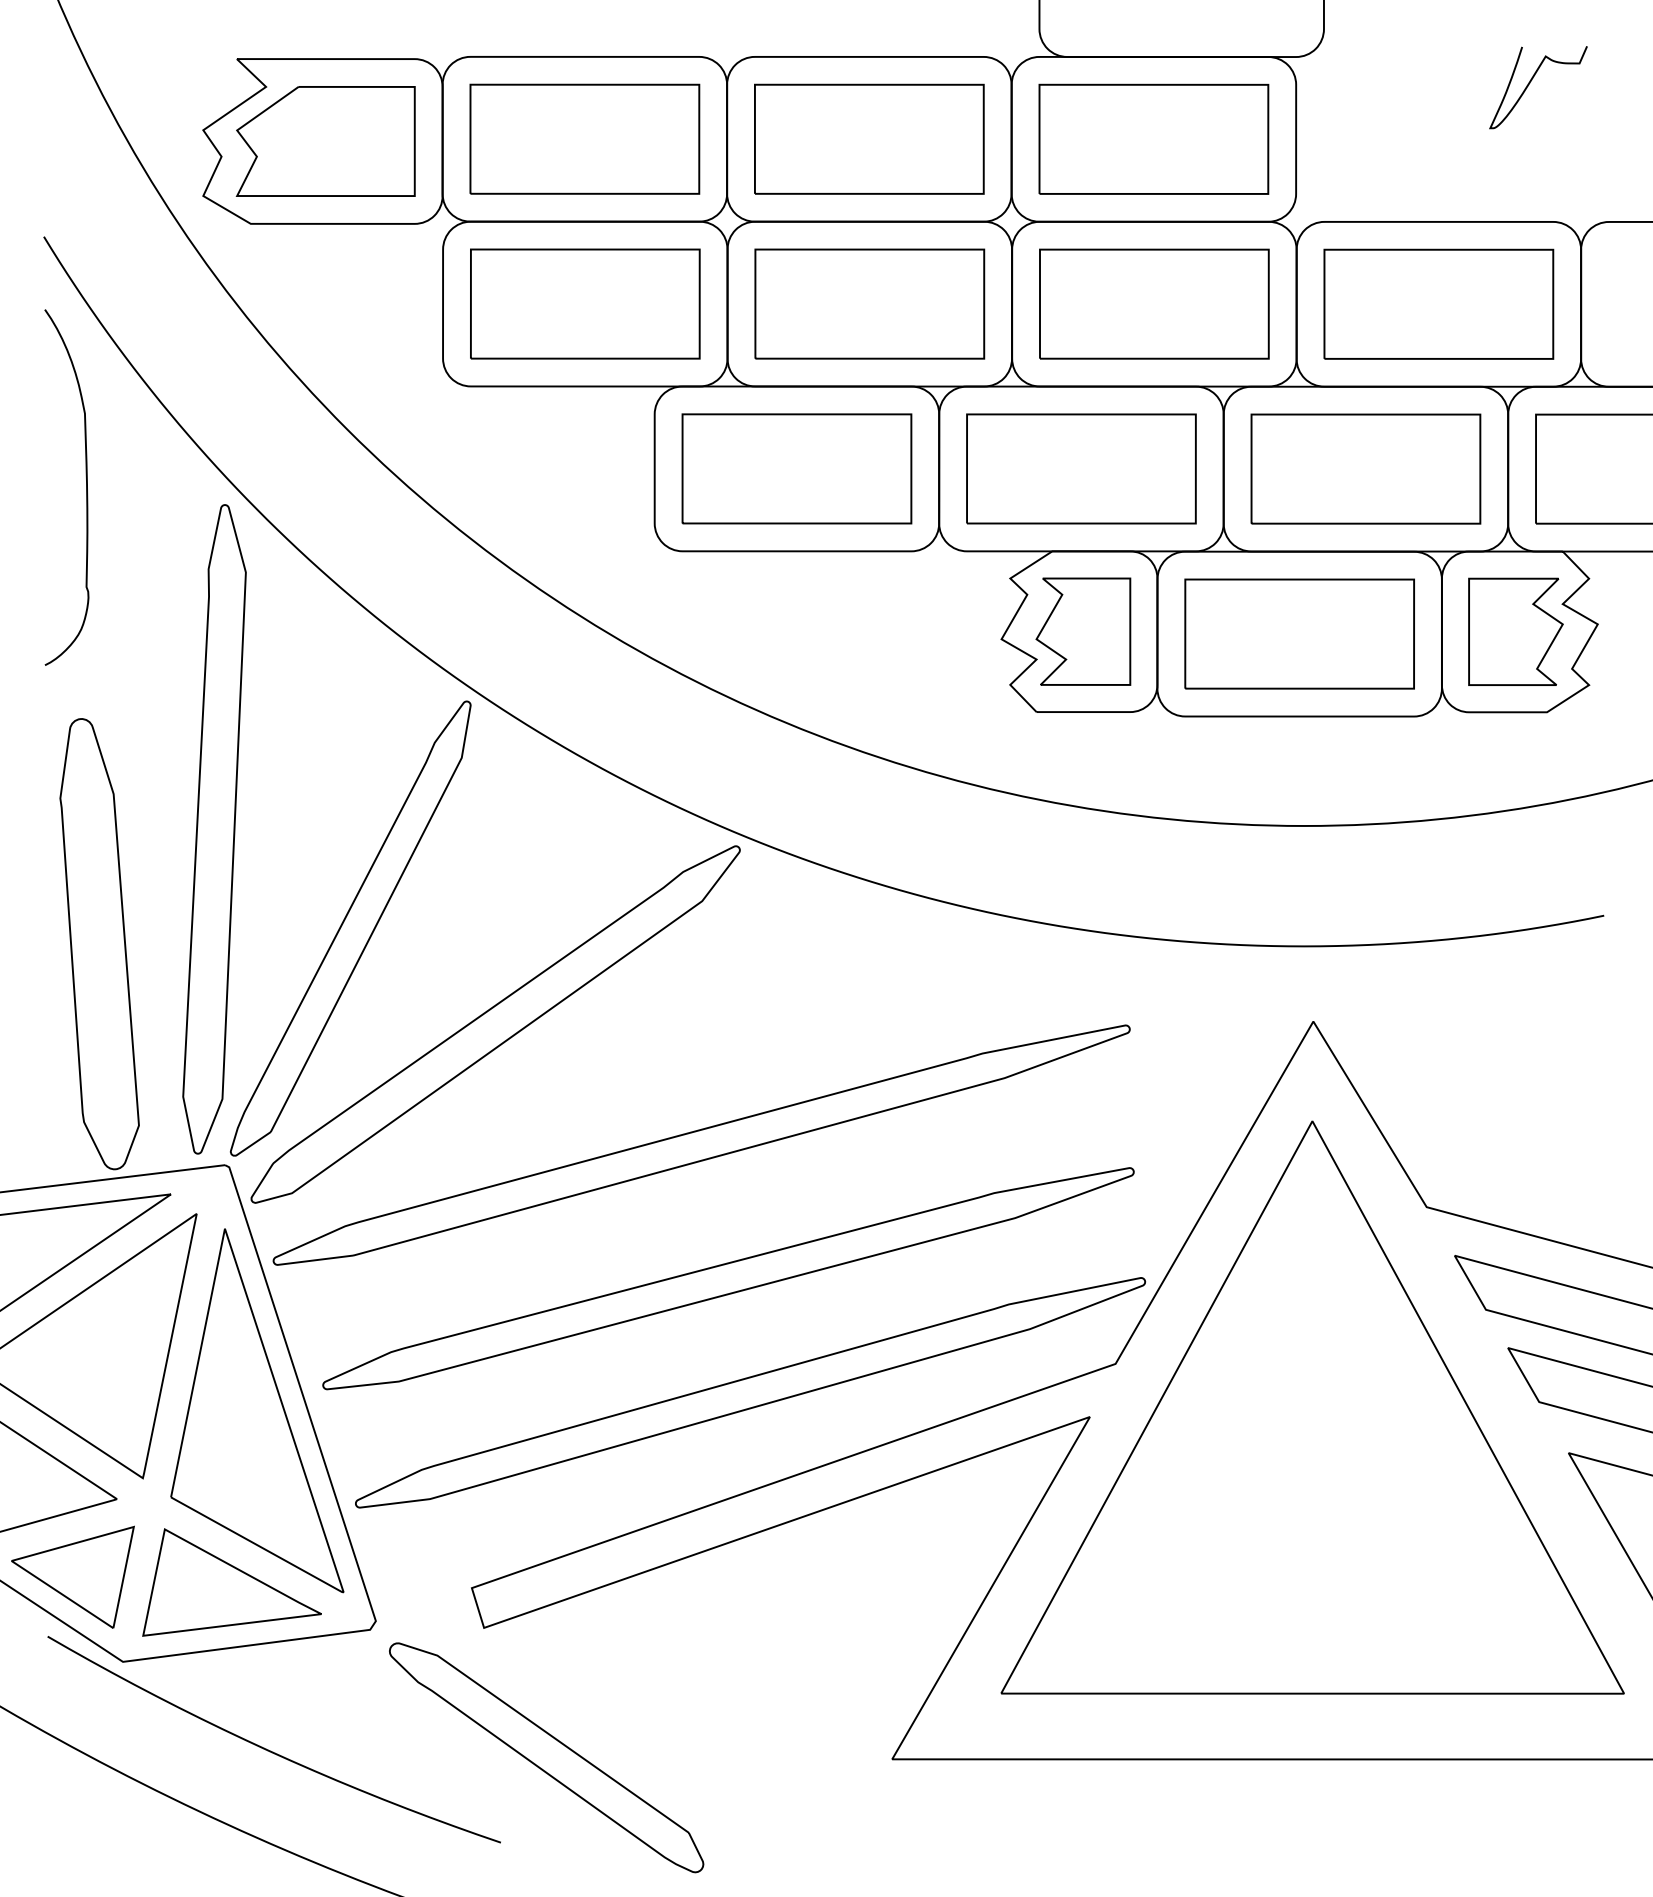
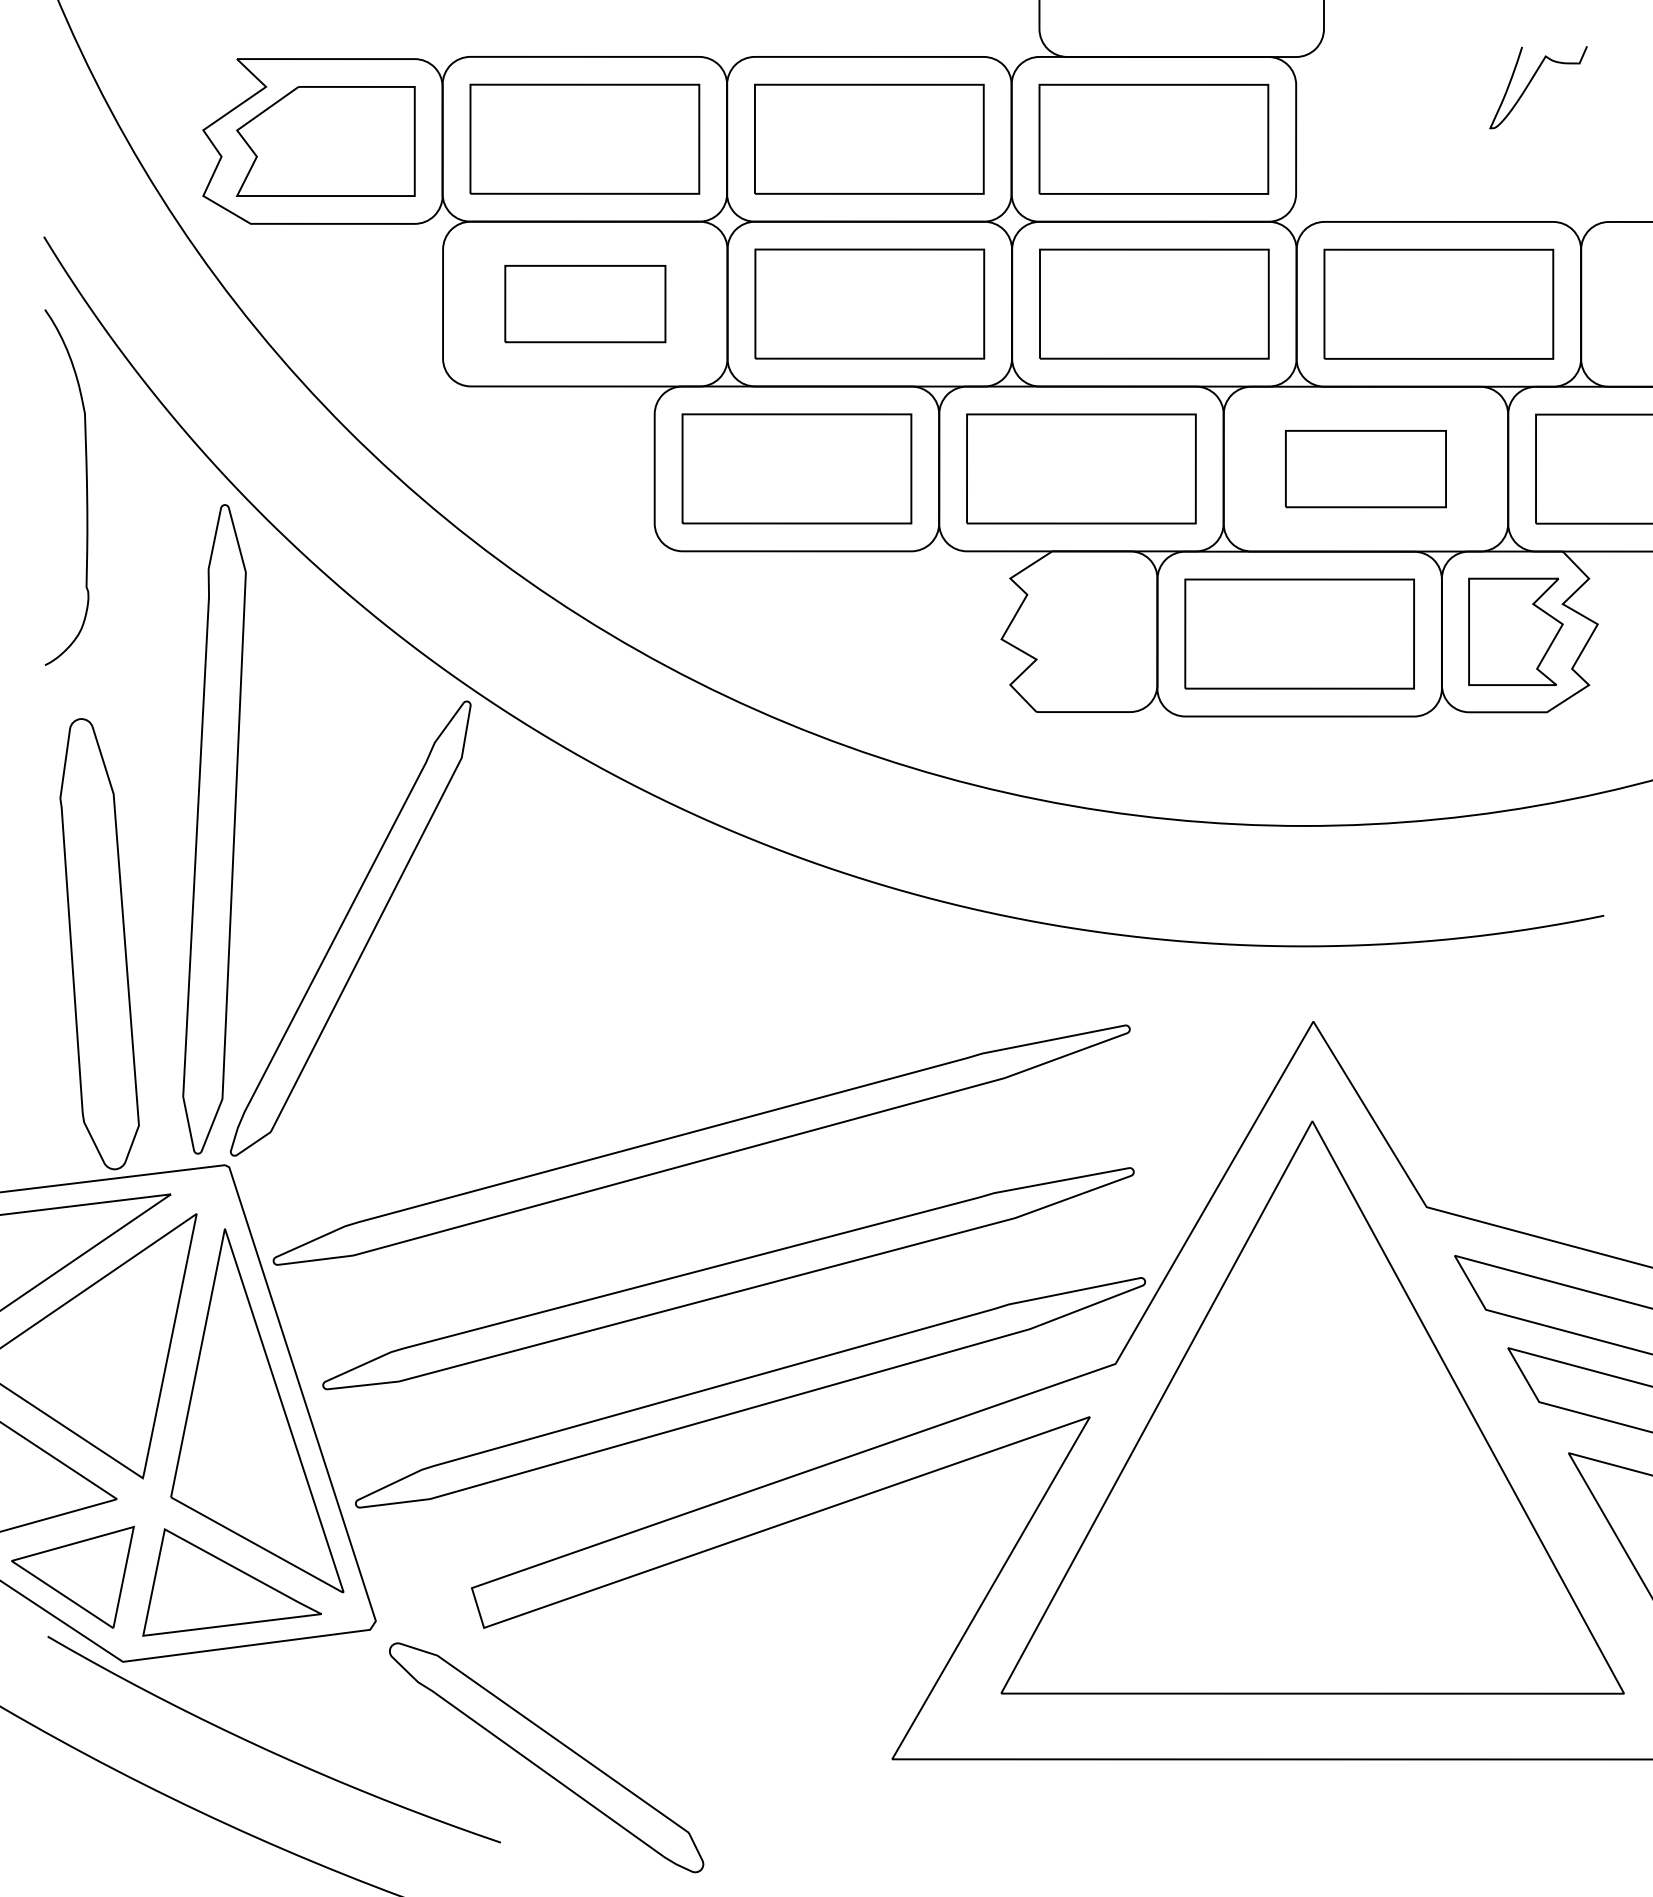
part at (585, 303) size: 231x112 px -> 163x79 px
part at (1365, 468) size: 232x112 px -> 162x79 px
part at (1083, 631): present -> none
part at (495, 1024): present -> none
